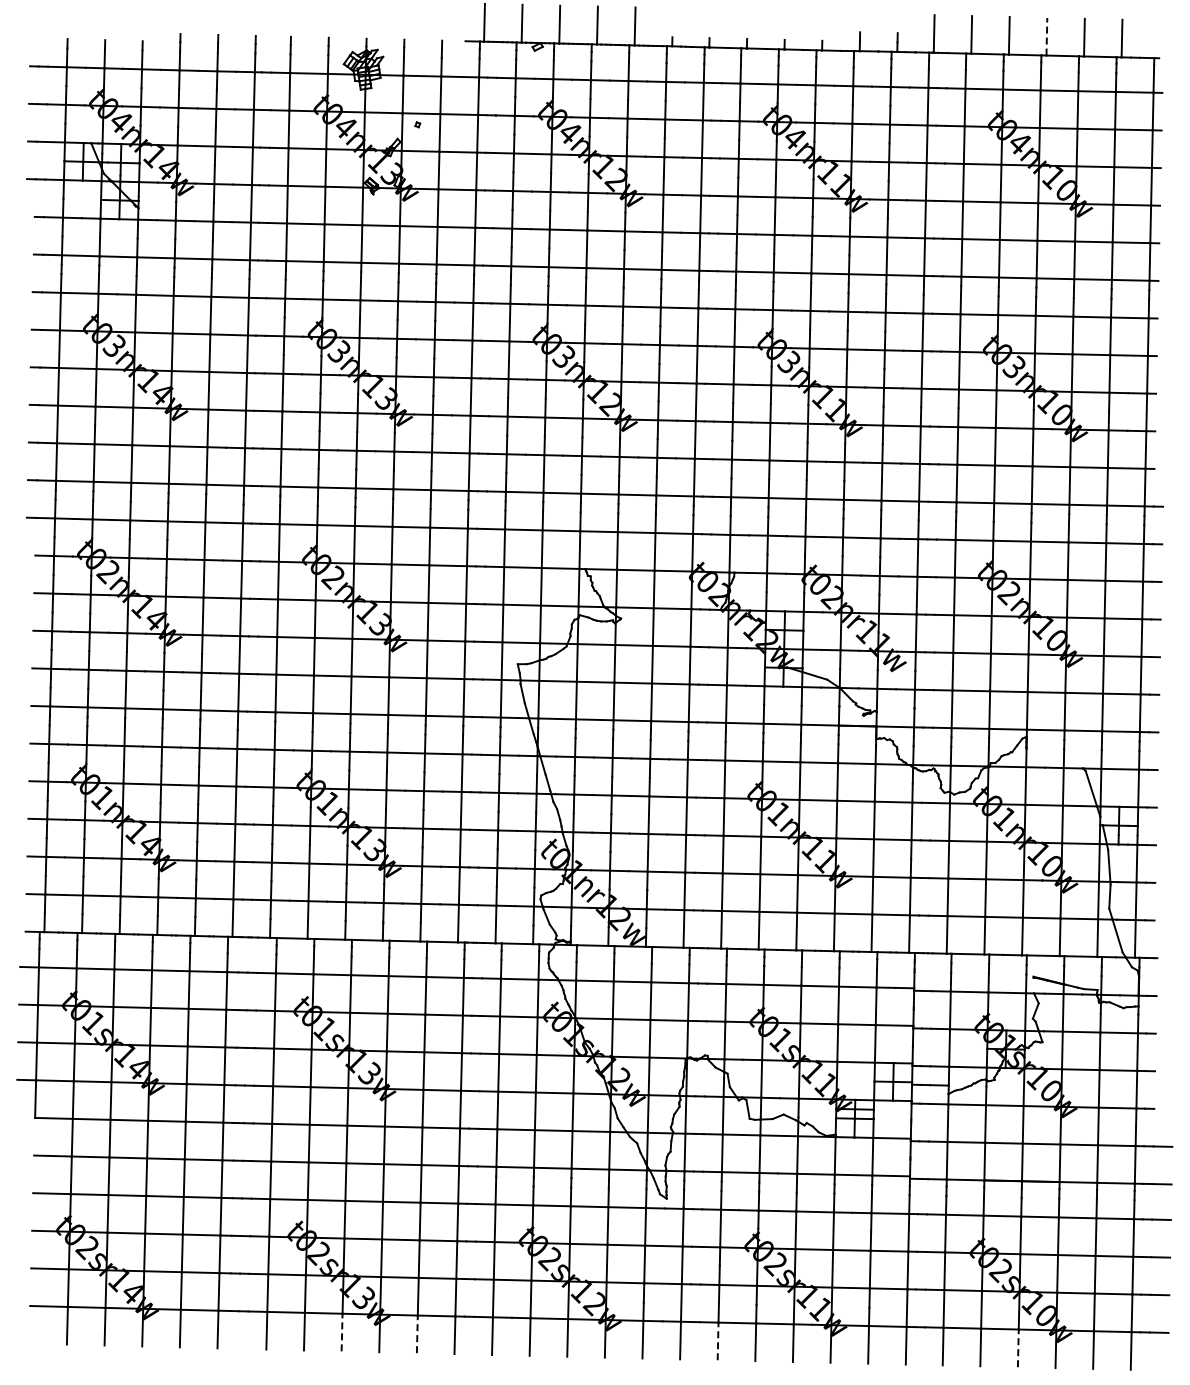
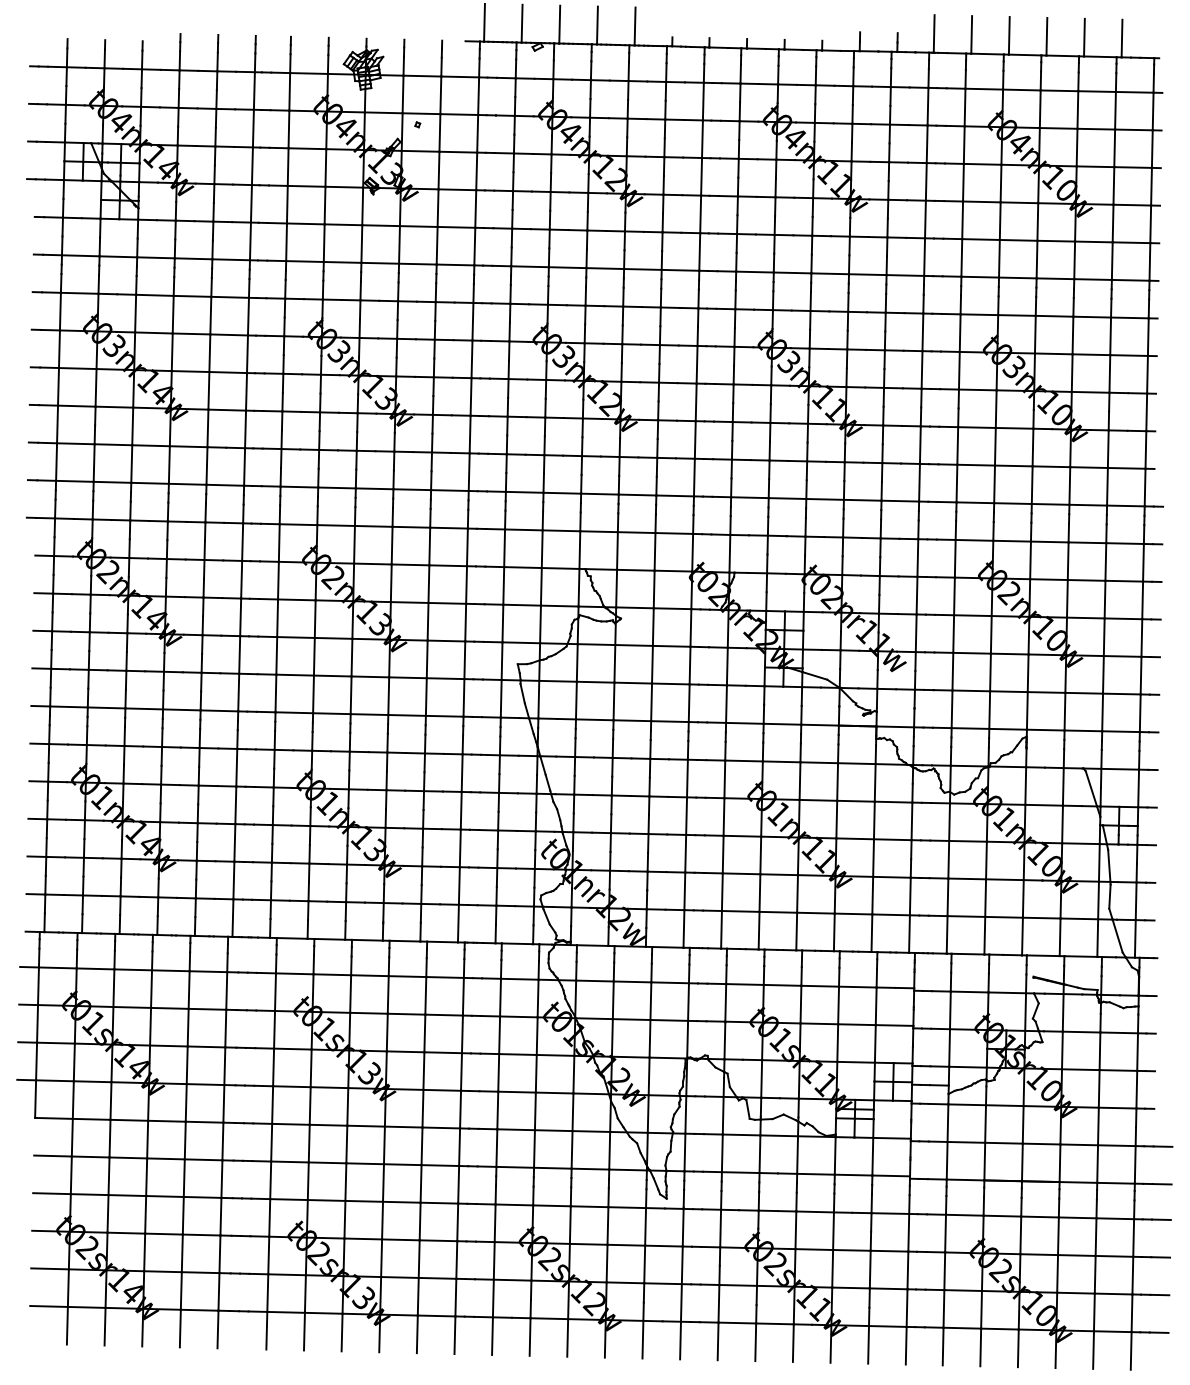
line at (1046, 36): dashed -> solid
line at (342, 1332): dashed -> solid
line at (417, 1334): dashed -> solid
line at (718, 1341): dashed -> solid
line at (1018, 1348): dashed -> solid
